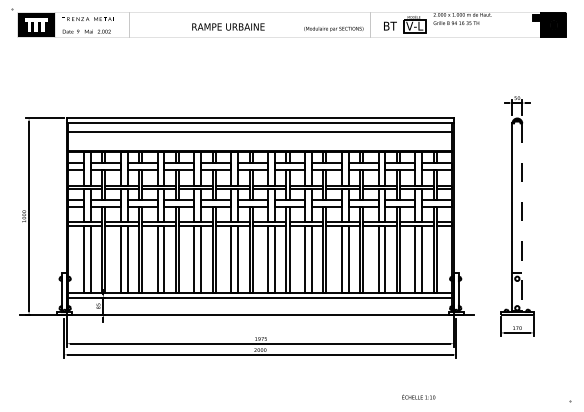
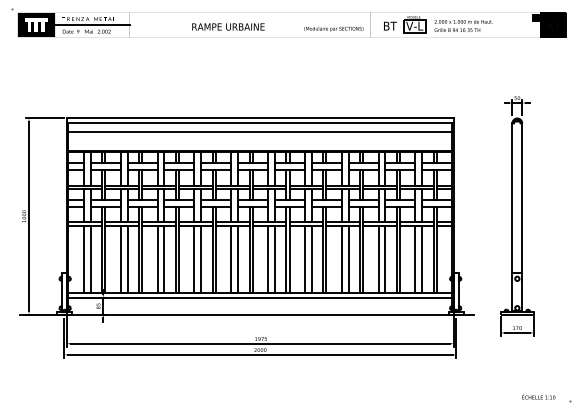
text at (462, 18) position: (462, 18) -> (463, 25)
line at (91, 25): none -> present
line at (522, 218): dashed -> solid
text at (418, 396) position: (418, 396) -> (538, 396)
